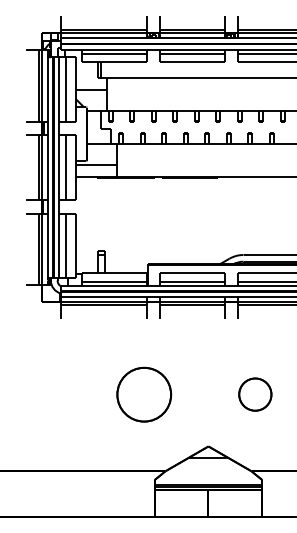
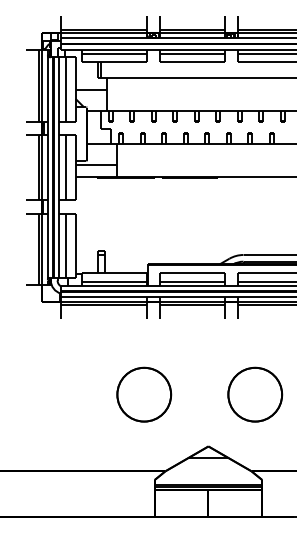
part at (255, 394) size: 35x35 px -> 57x57 px
